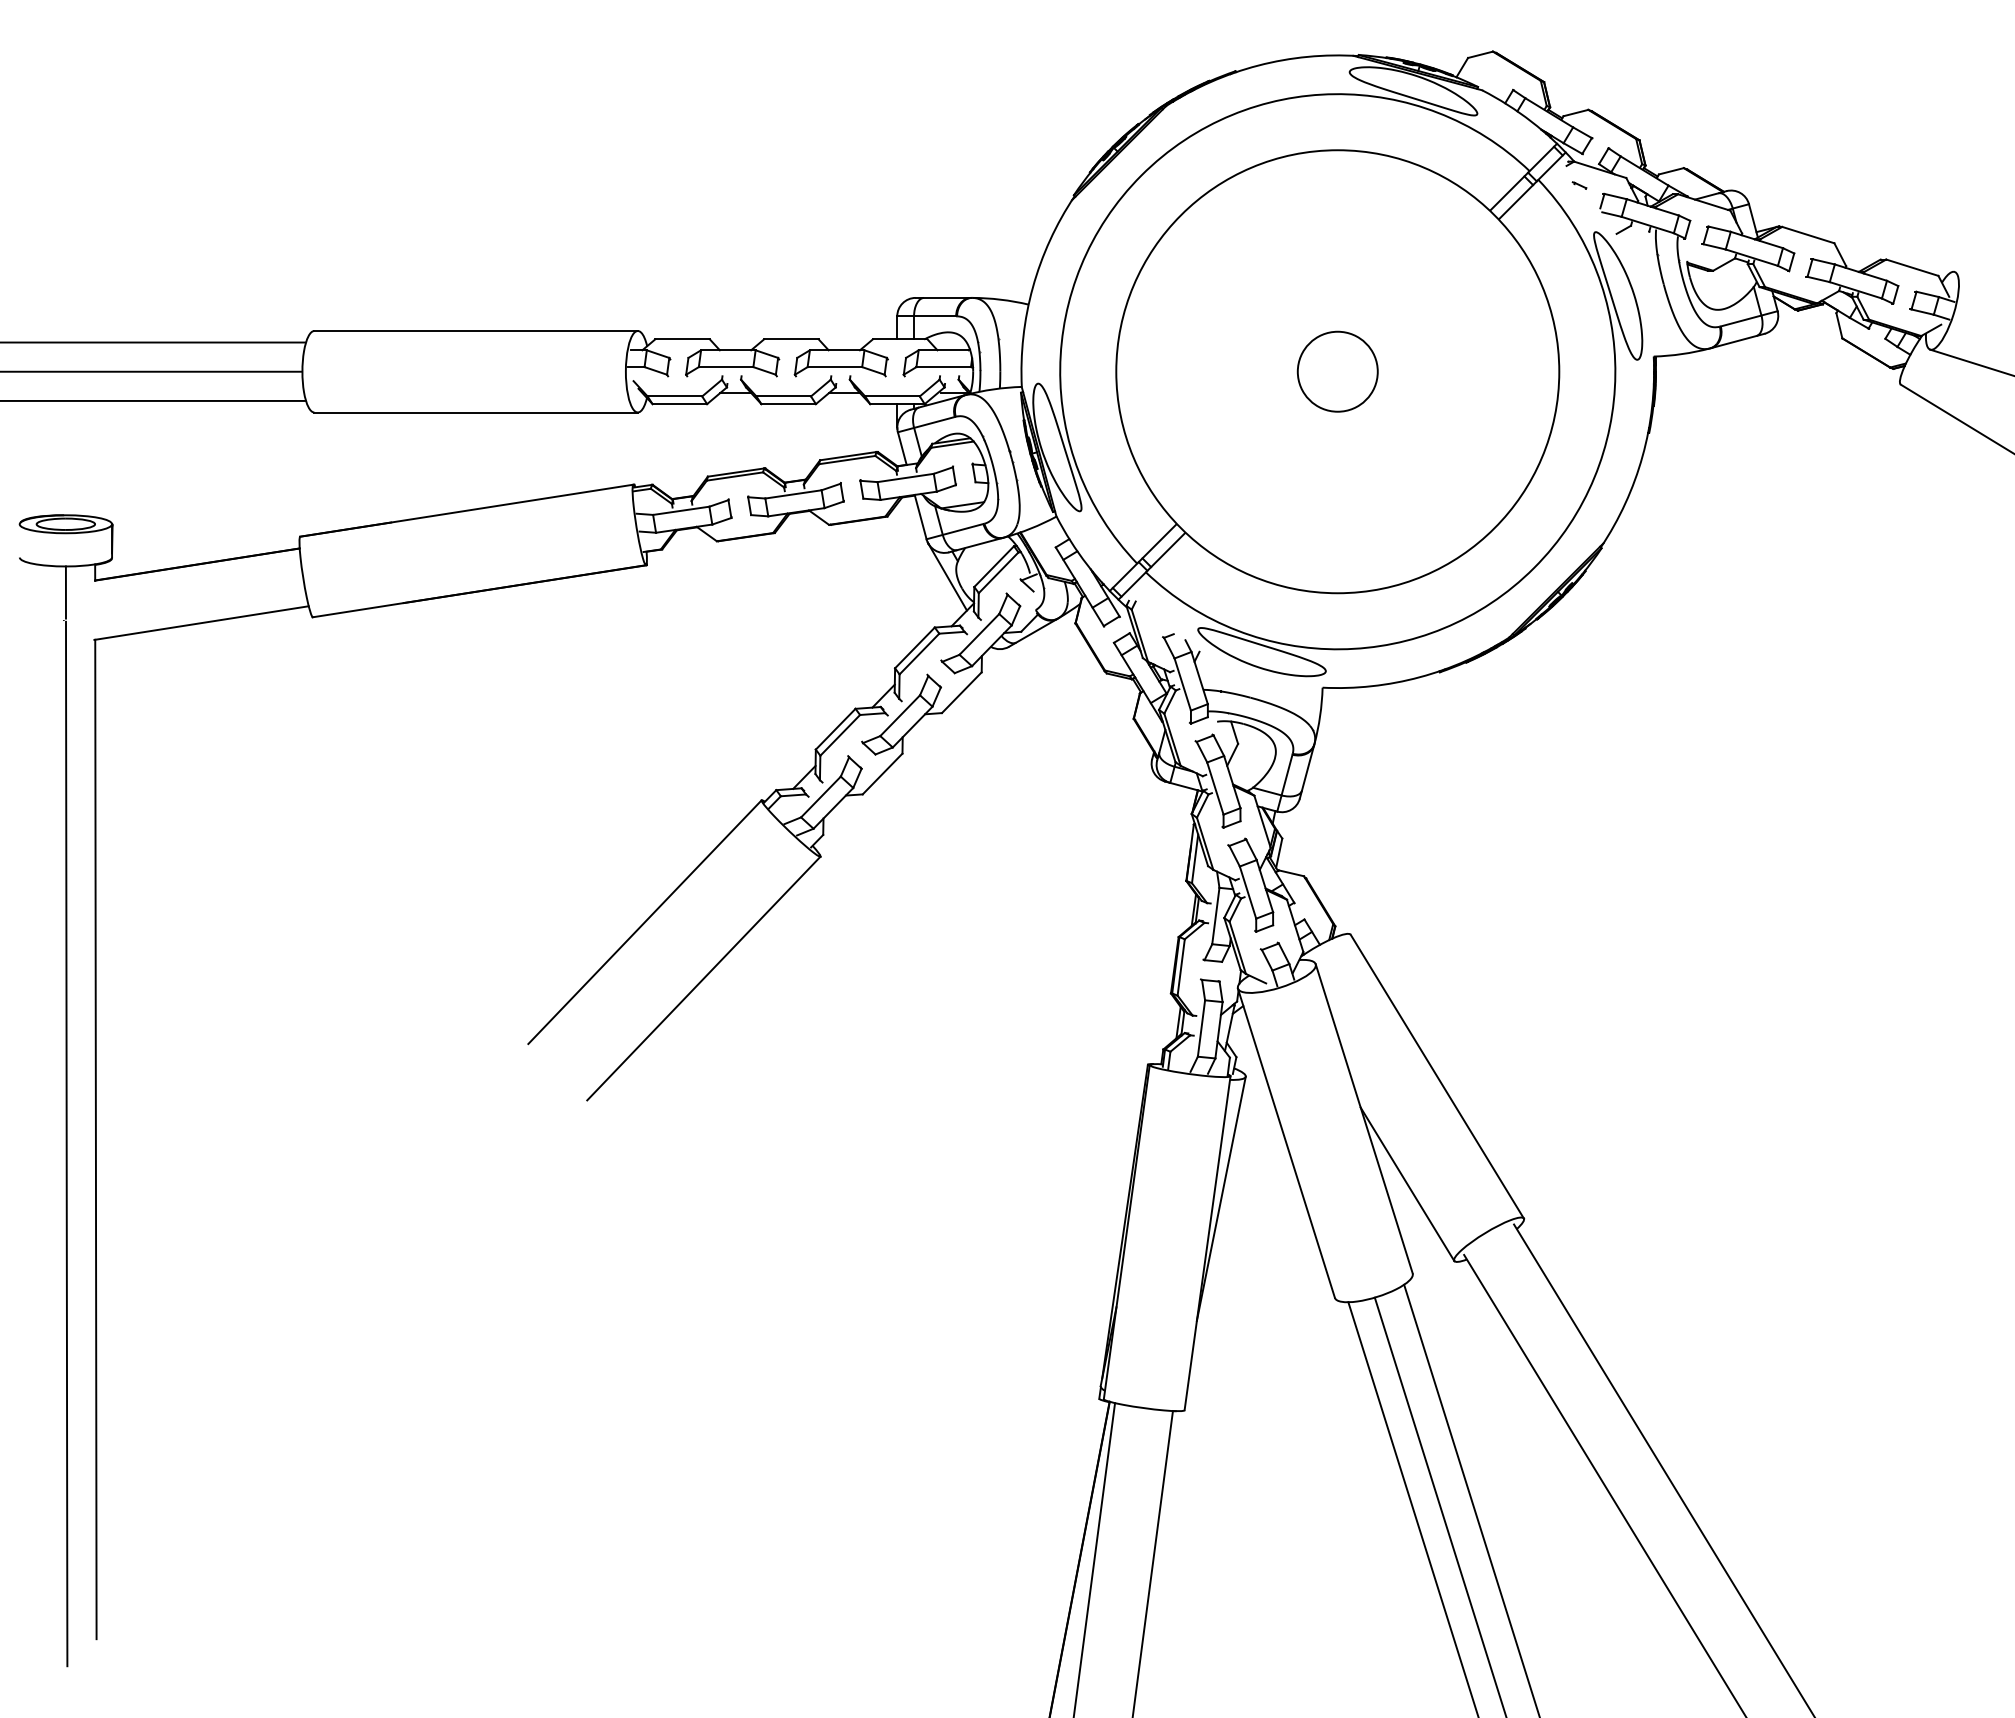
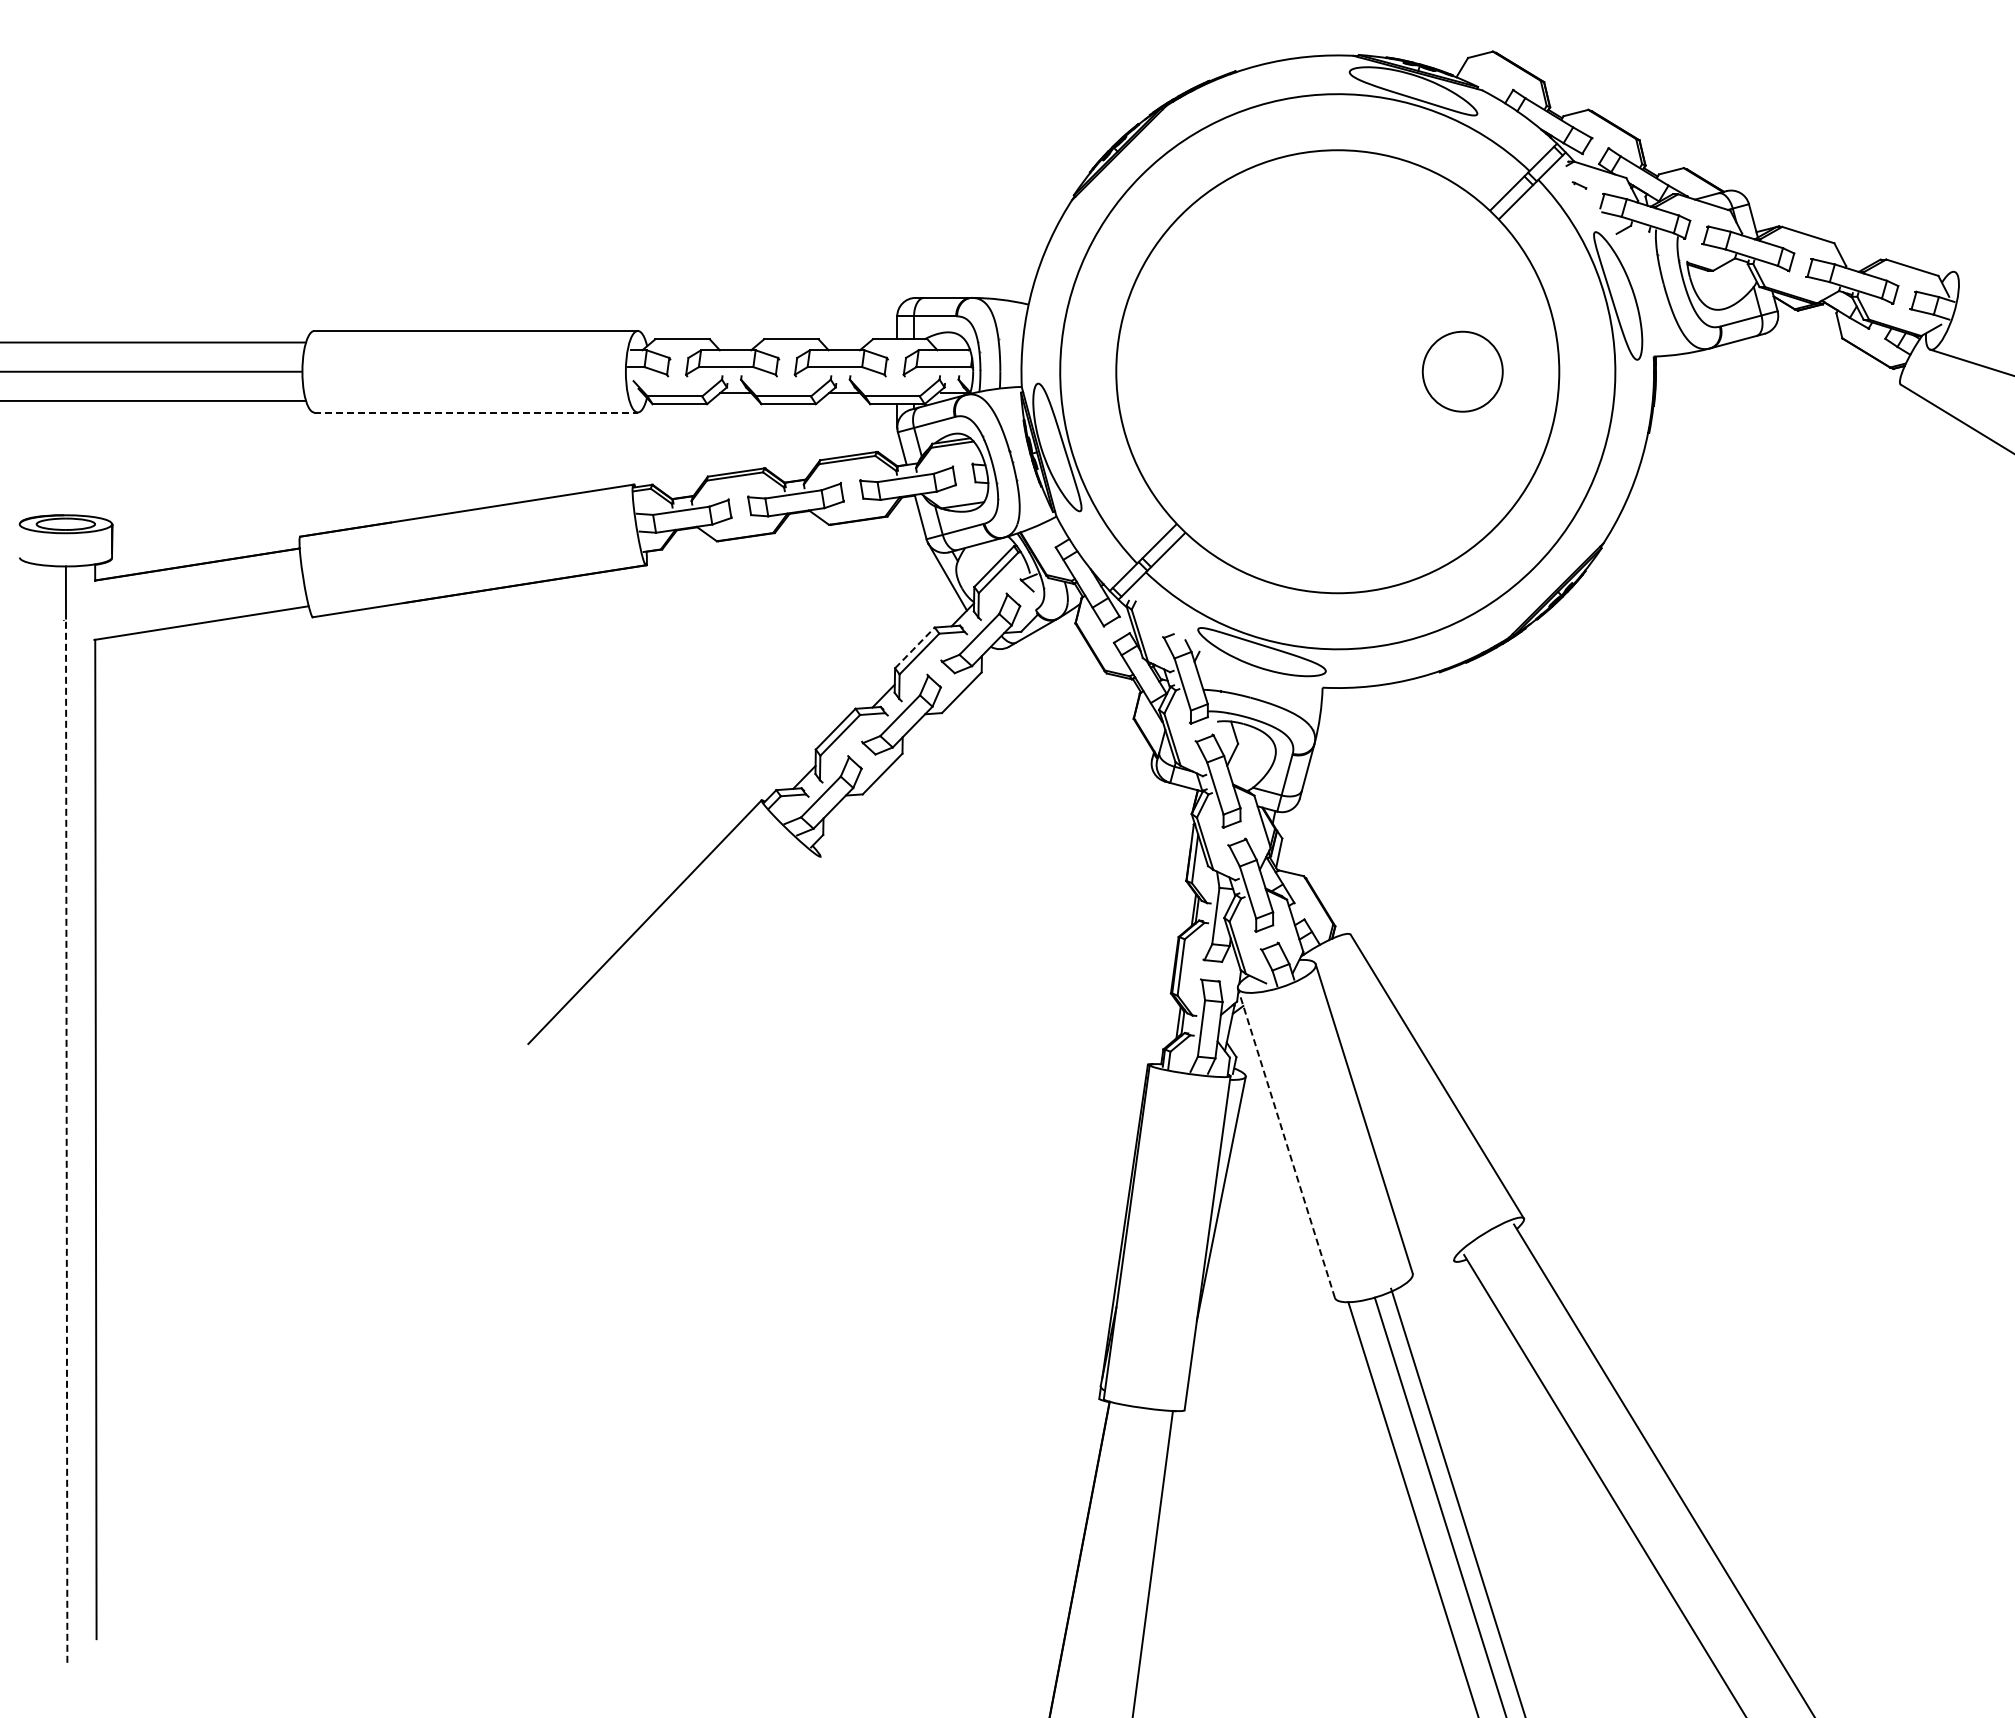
circle at (1337, 371) position: (1337, 371) -> (1462, 371)
line at (476, 412): solid -> dashed
line at (915, 647): solid -> dashed
line at (703, 978): present -> none
line at (1286, 1142): solid -> dashed
line at (66, 1144): solid -> dashed
line at (1407, 1183): present -> none
line at (1471, 1499) position: (1471, 1499) -> (1457, 1501)
line at (1094, 1558): present -> none
